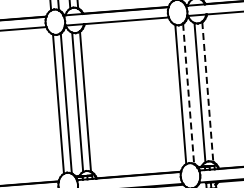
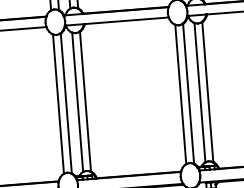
line at (207, 92): dashed -> solid
line at (188, 94): dashed -> solid
